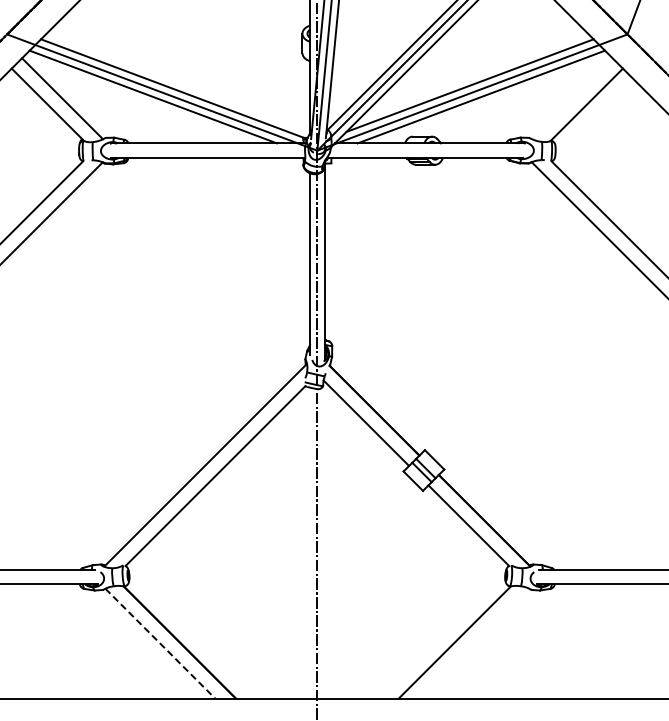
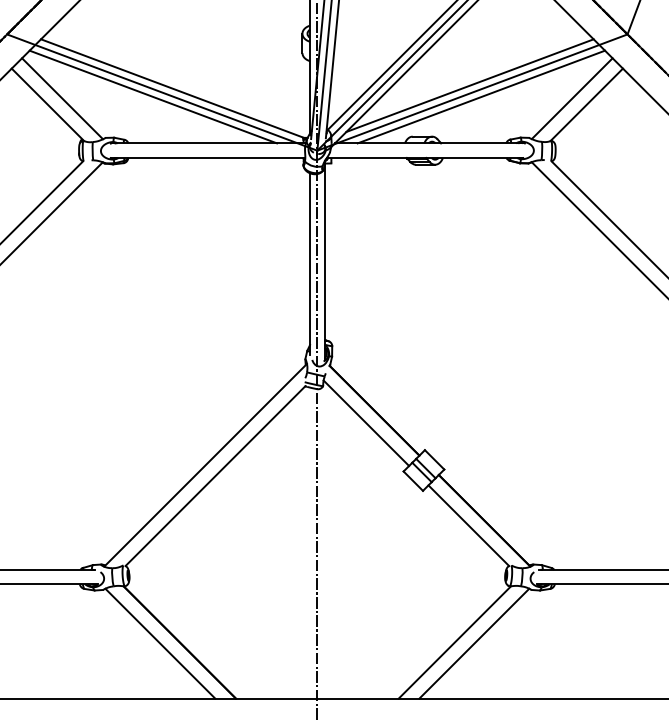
line at (571, 98): none -> present
line at (160, 643): dashed -> solid
line at (474, 643): none -> present
